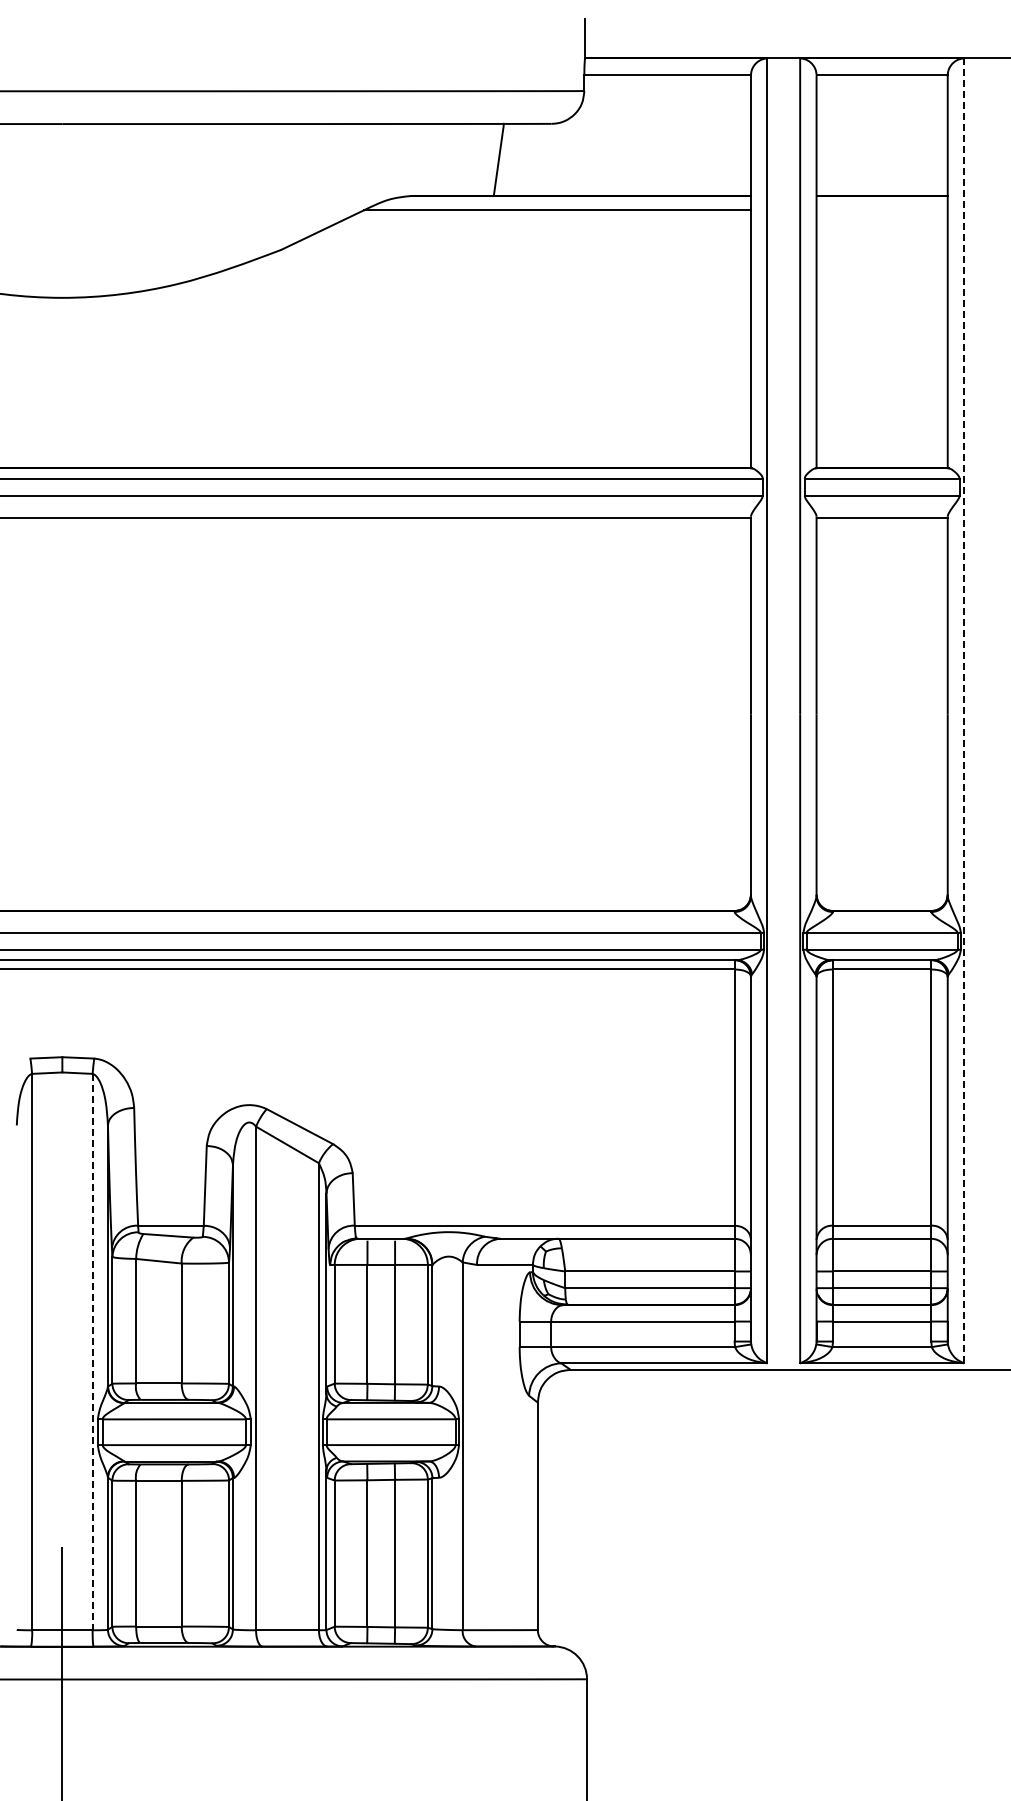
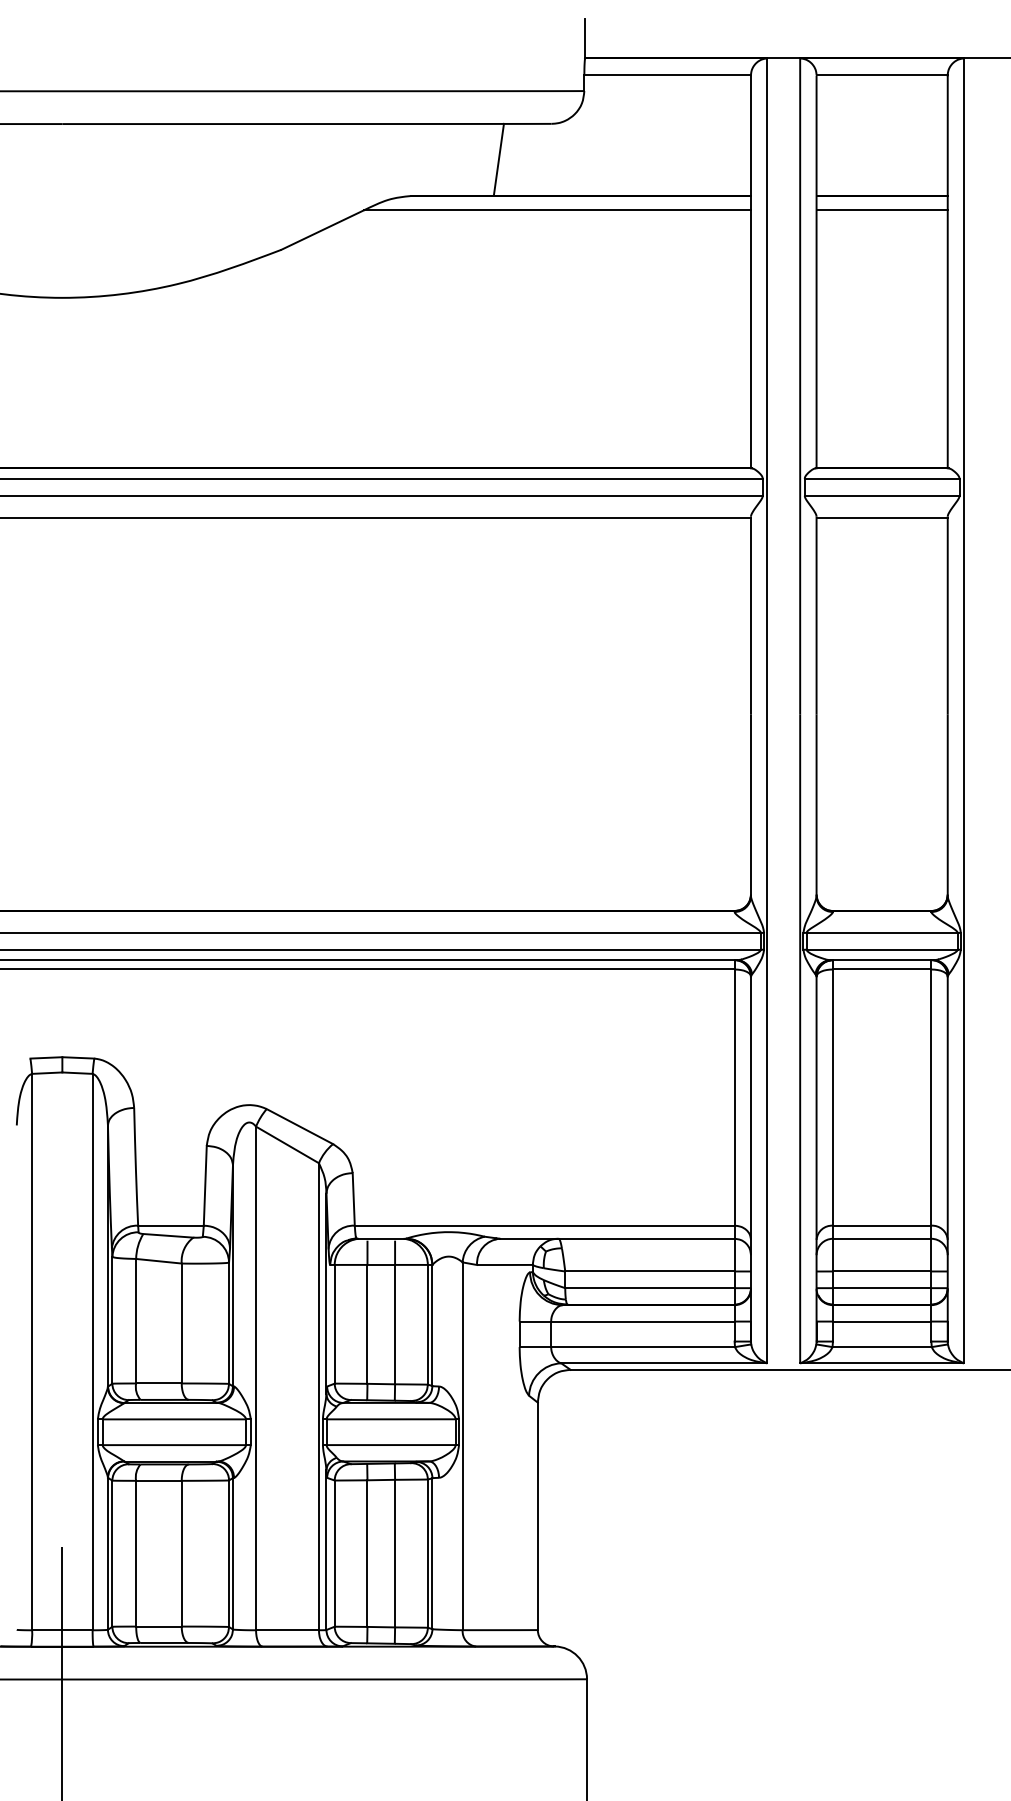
line at (881, 210): none -> present
line at (964, 711): dashed -> solid
line at (92, 1352): dashed -> solid
